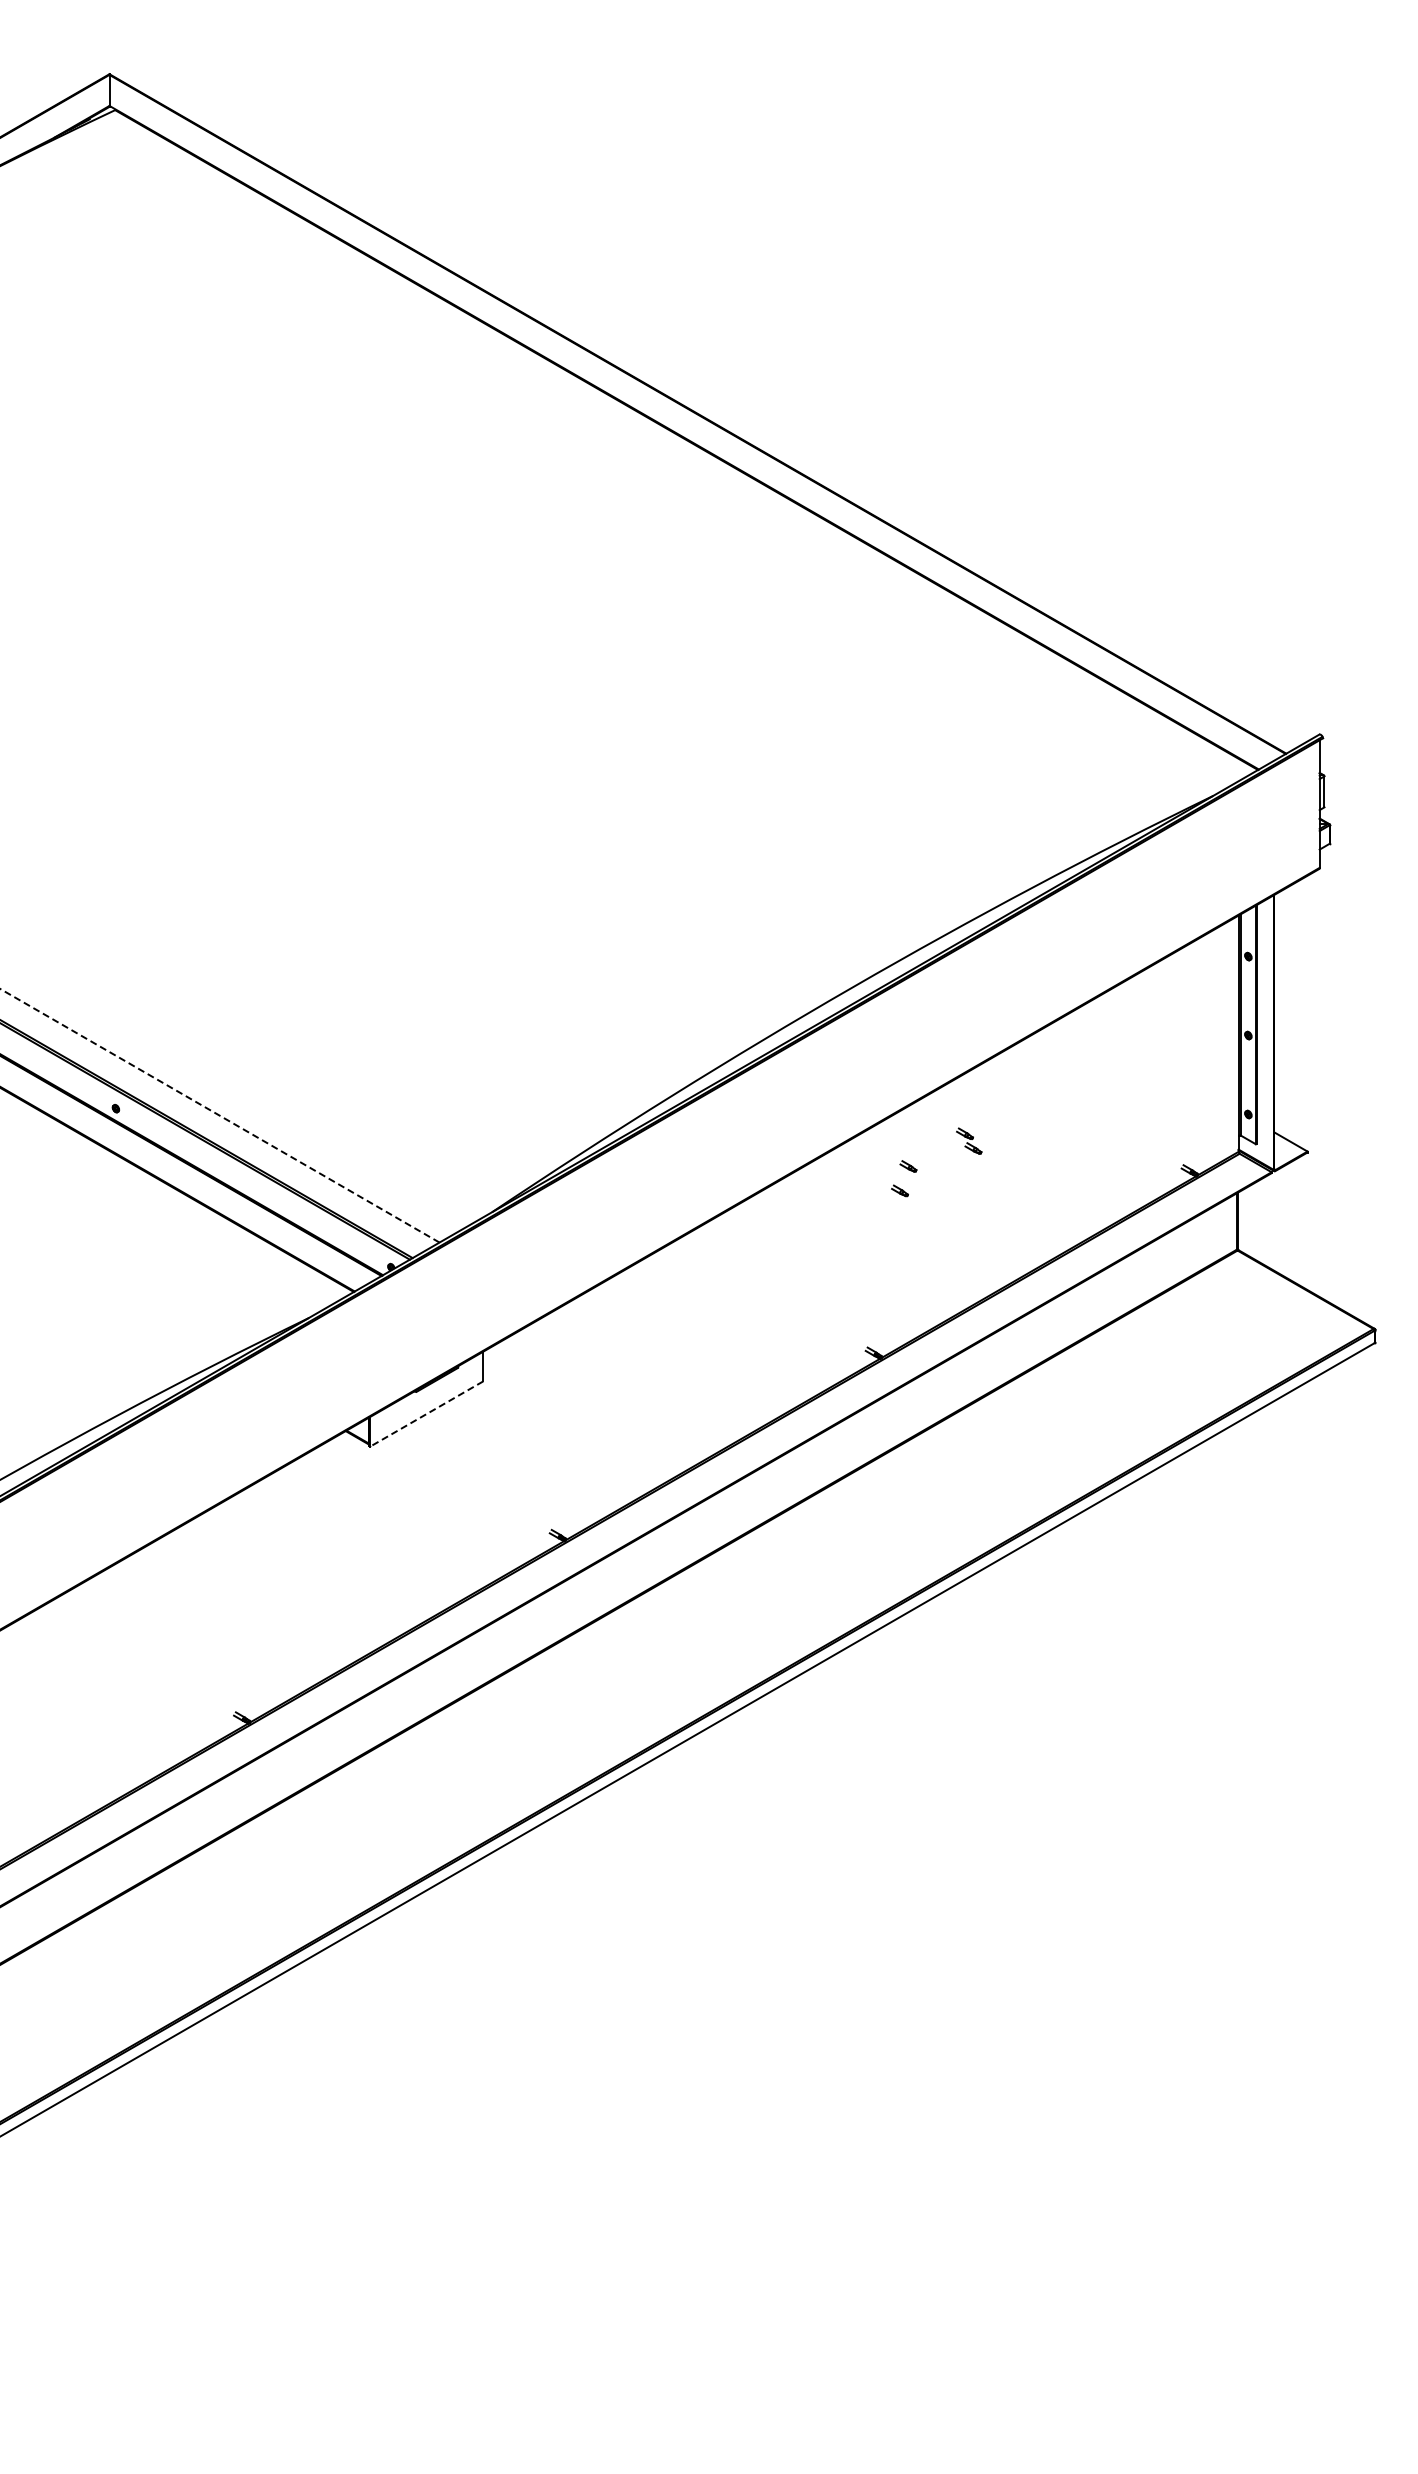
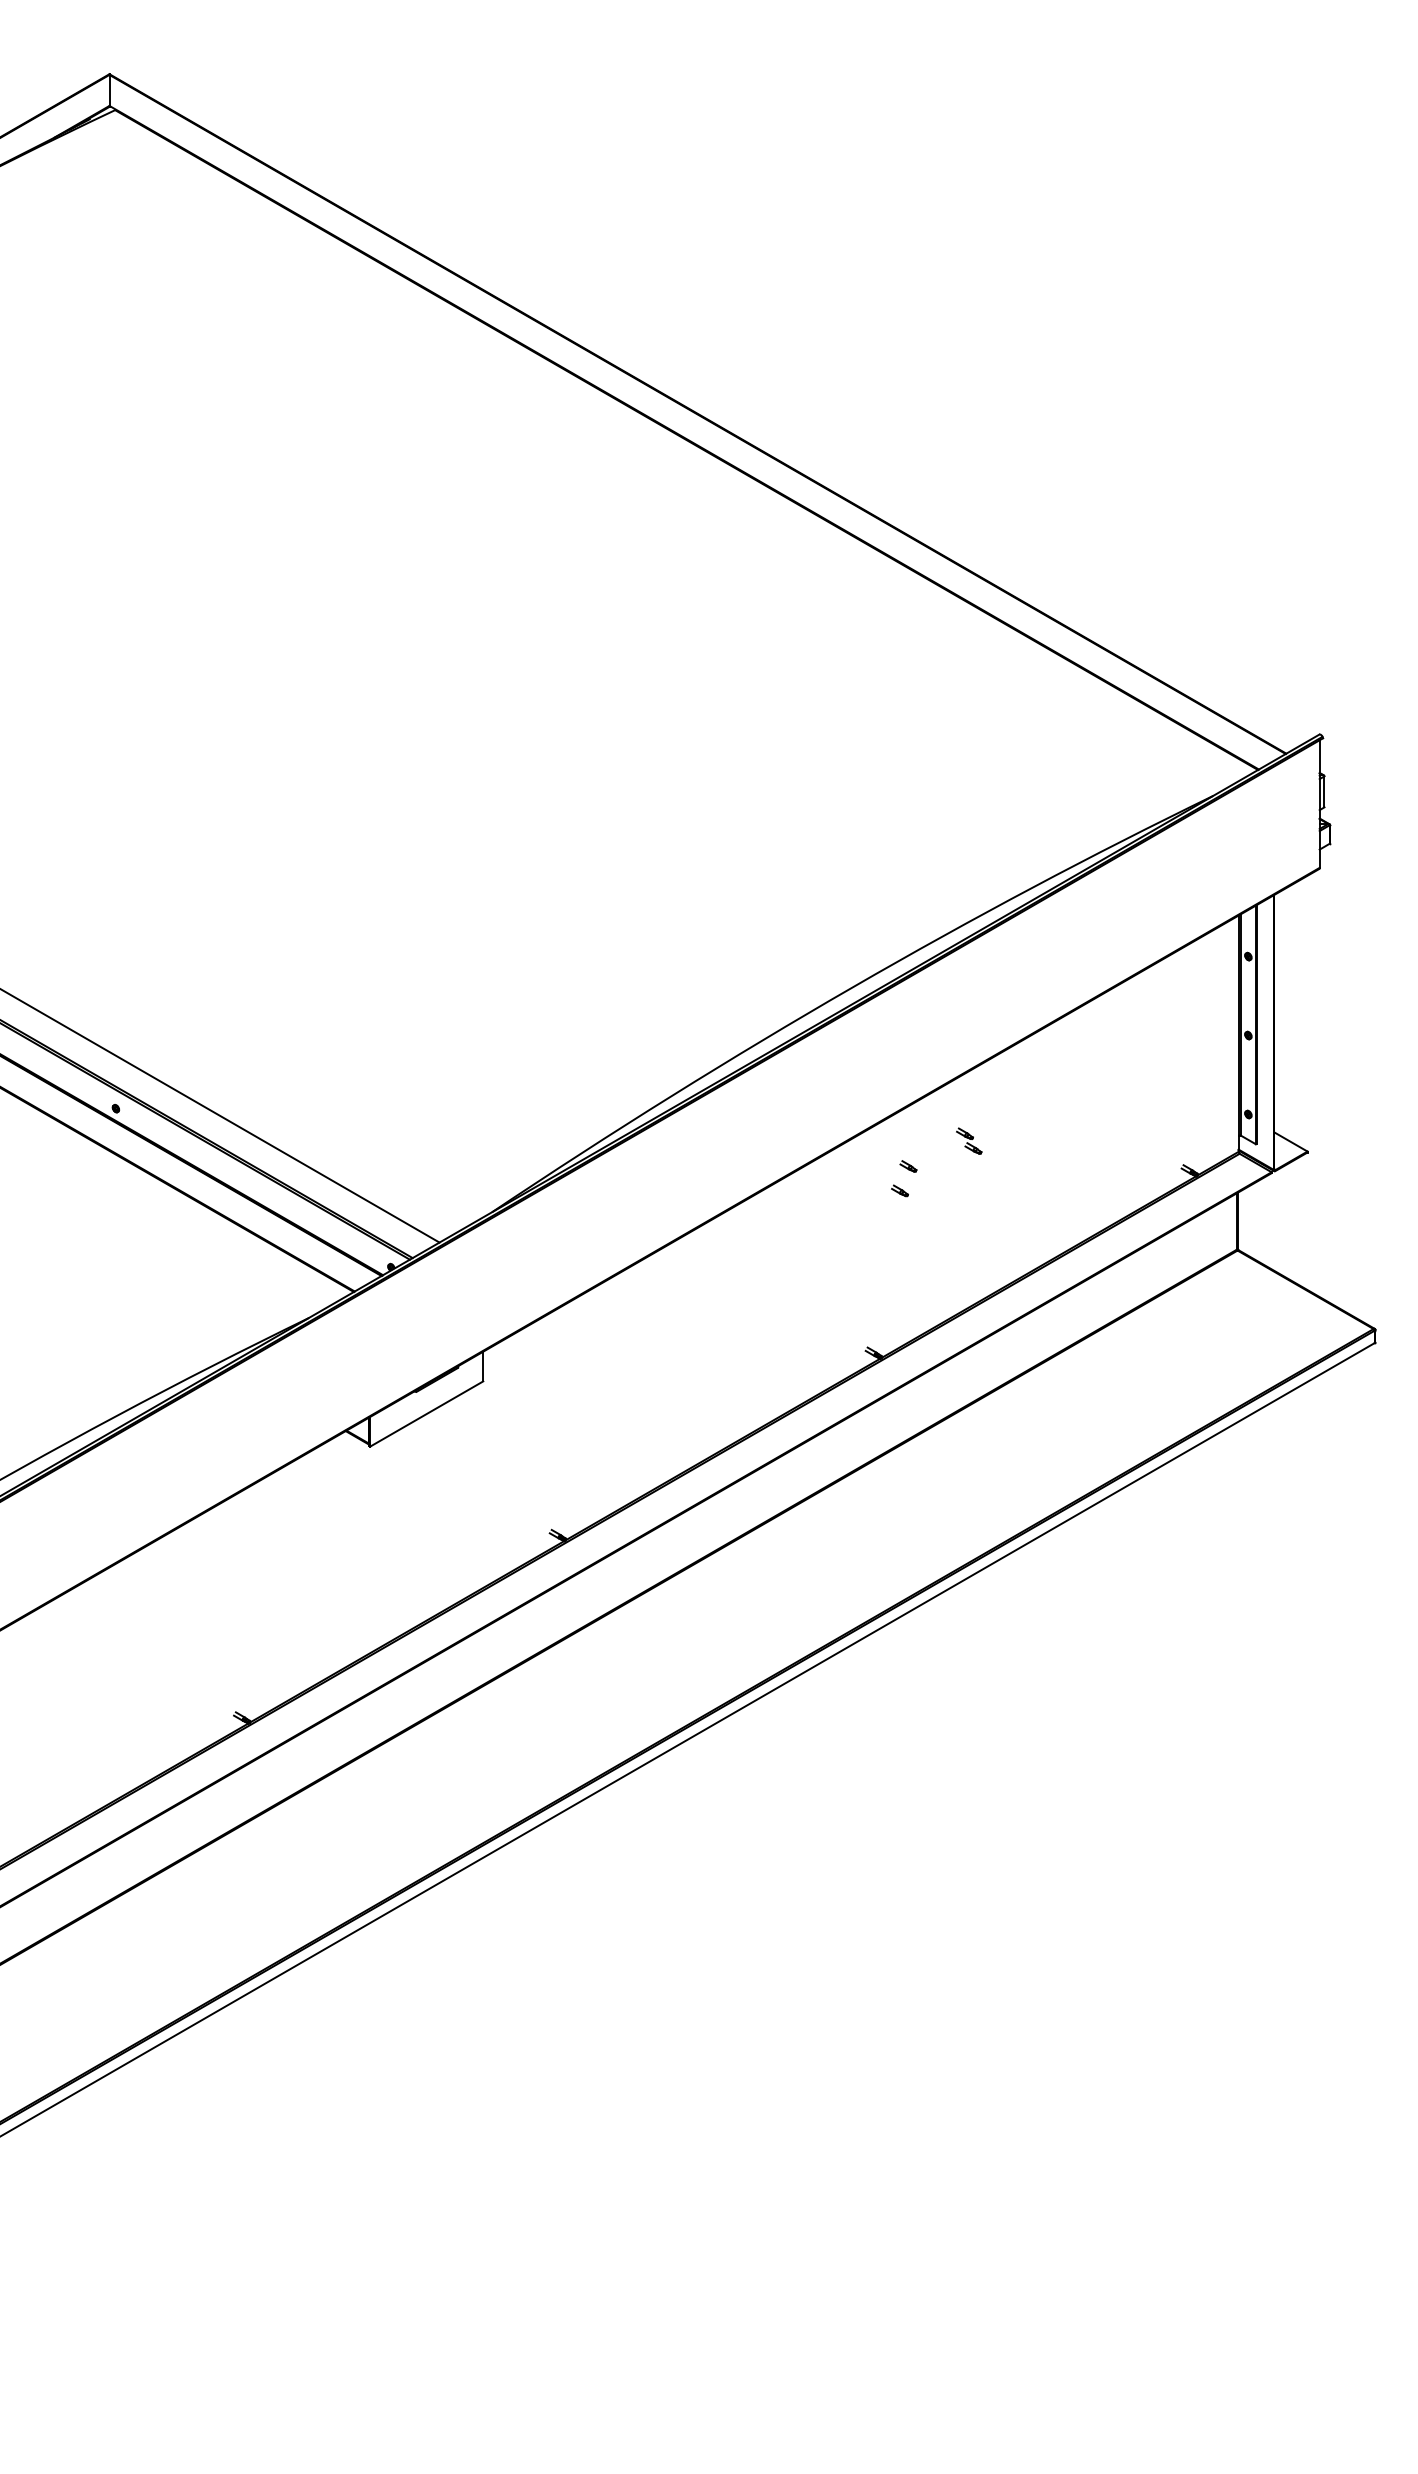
line at (219, 1115): dashed -> solid
line at (426, 1414): dashed -> solid
